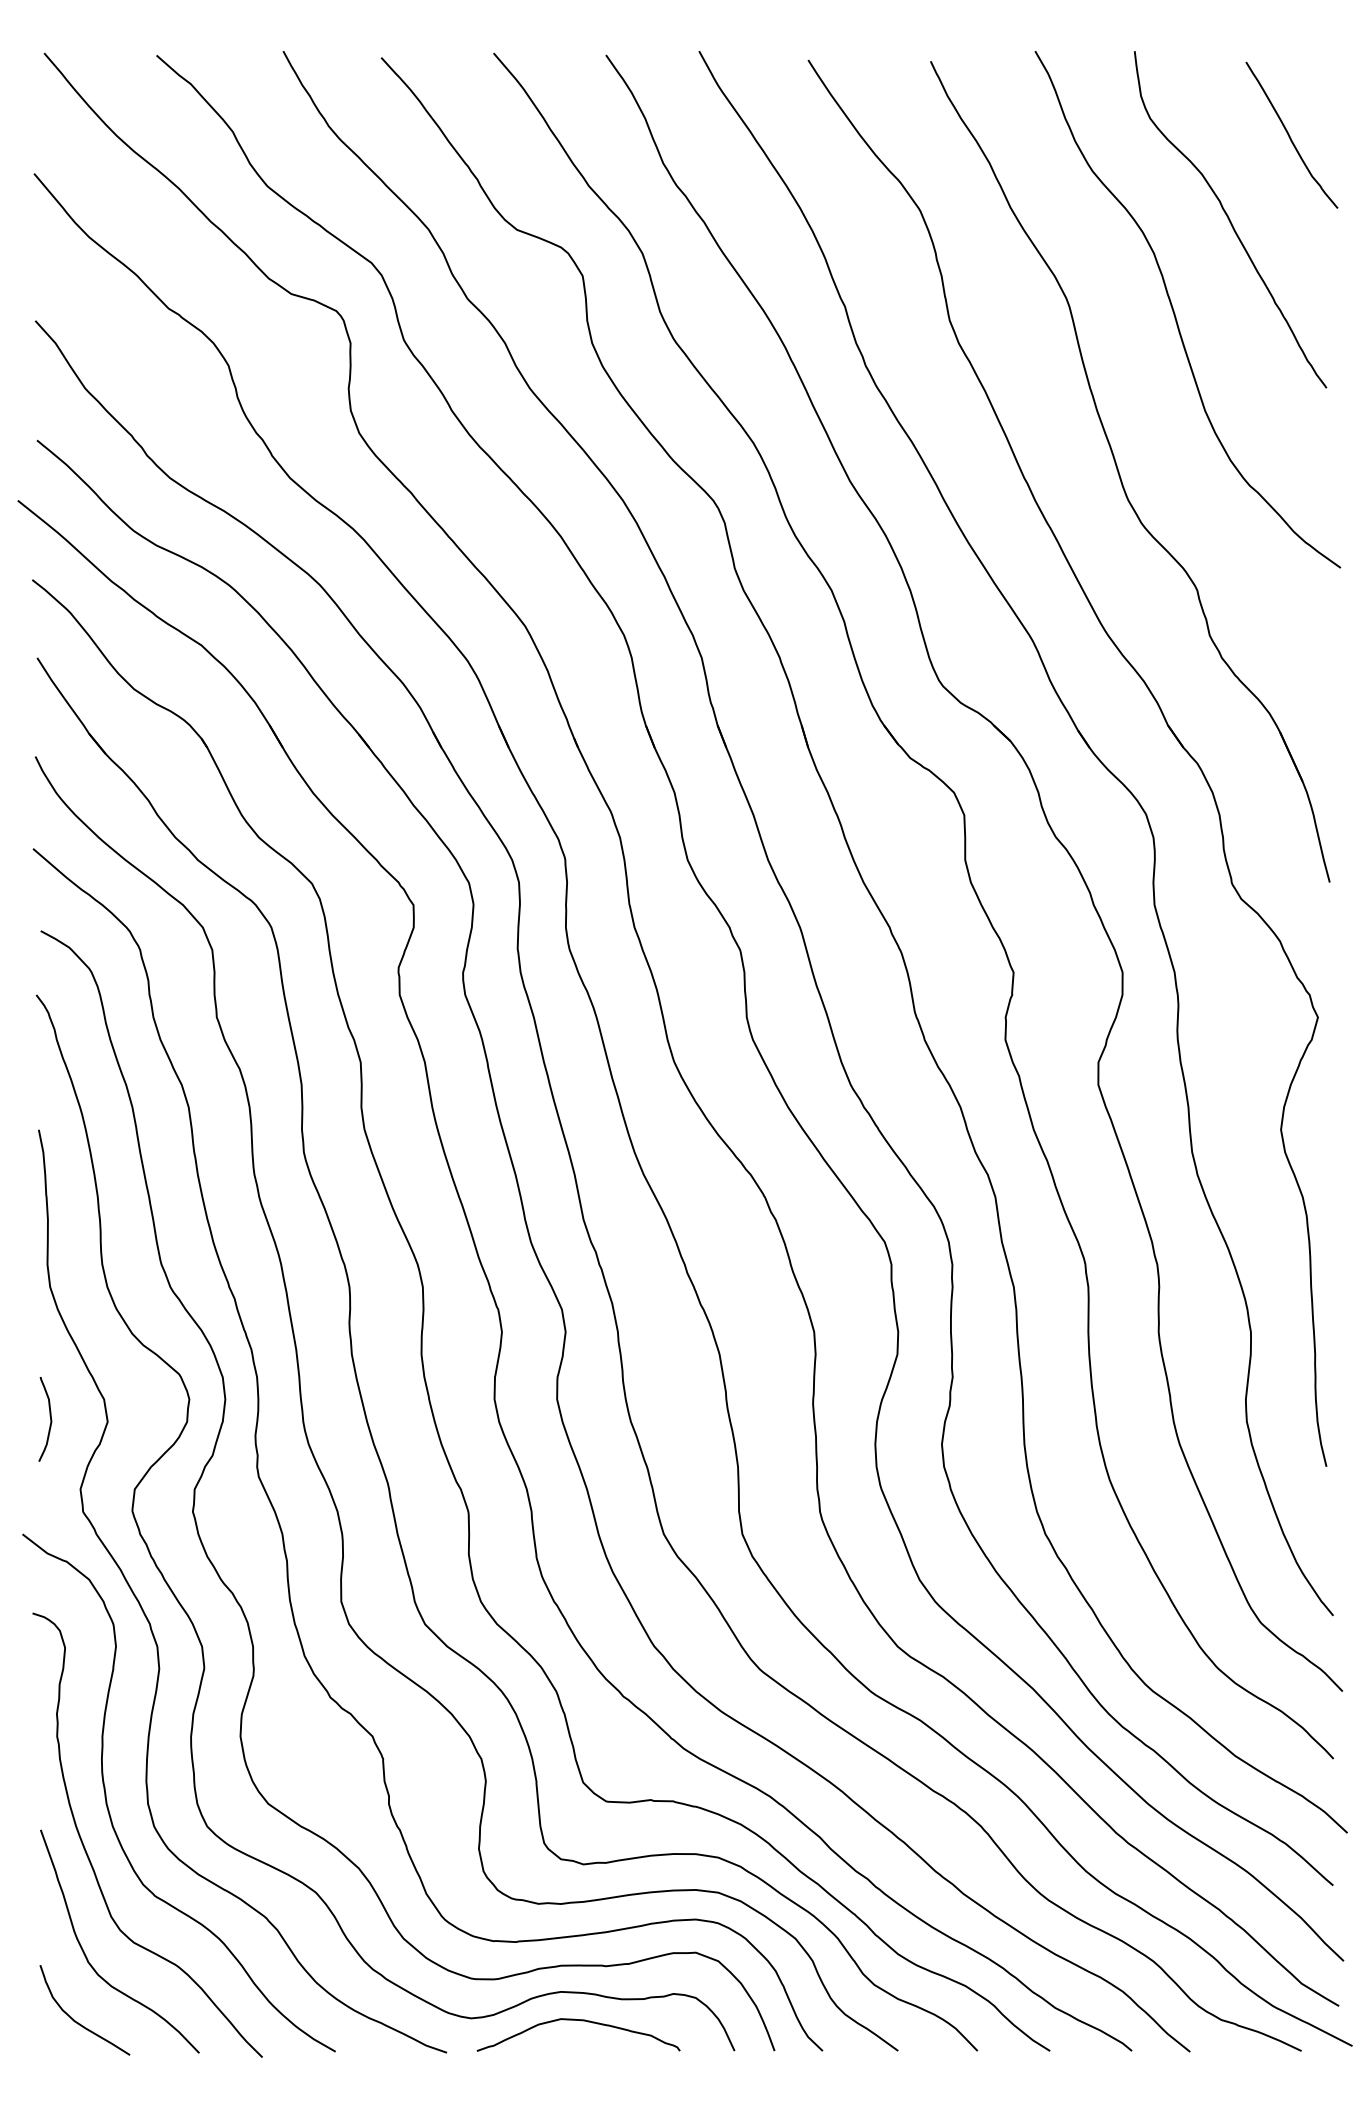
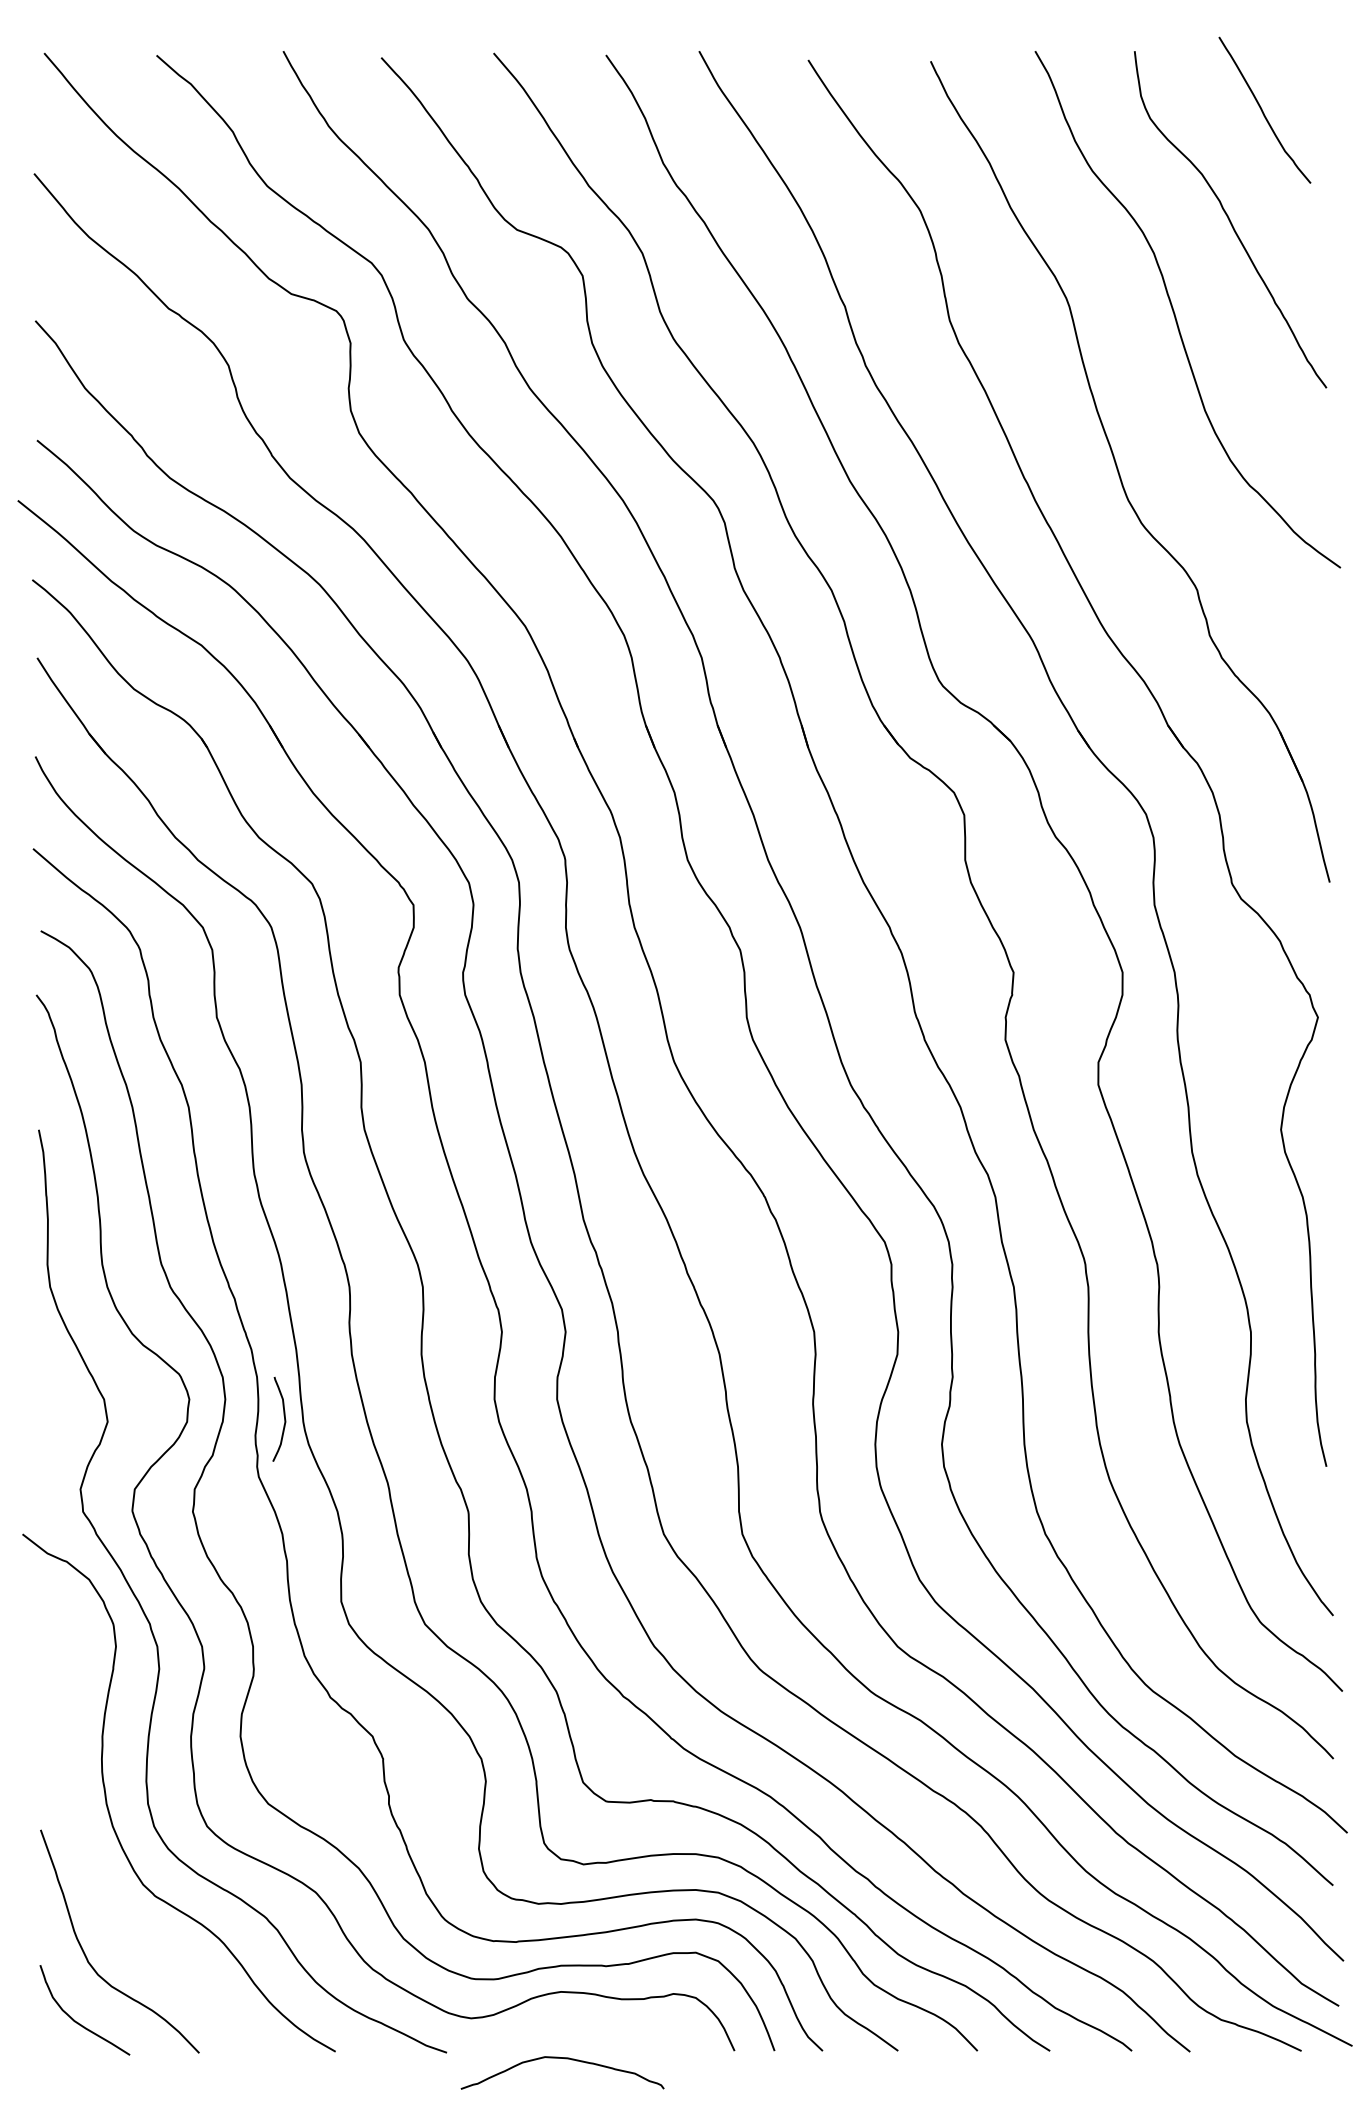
curve at (1289, 134) position: (1289, 134) -> (1262, 109)
curve at (49, 1416) position: (49, 1416) -> (283, 1416)
curve at (90, 1859): present -> none
curve at (581, 2021) position: (581, 2021) -> (565, 2059)
